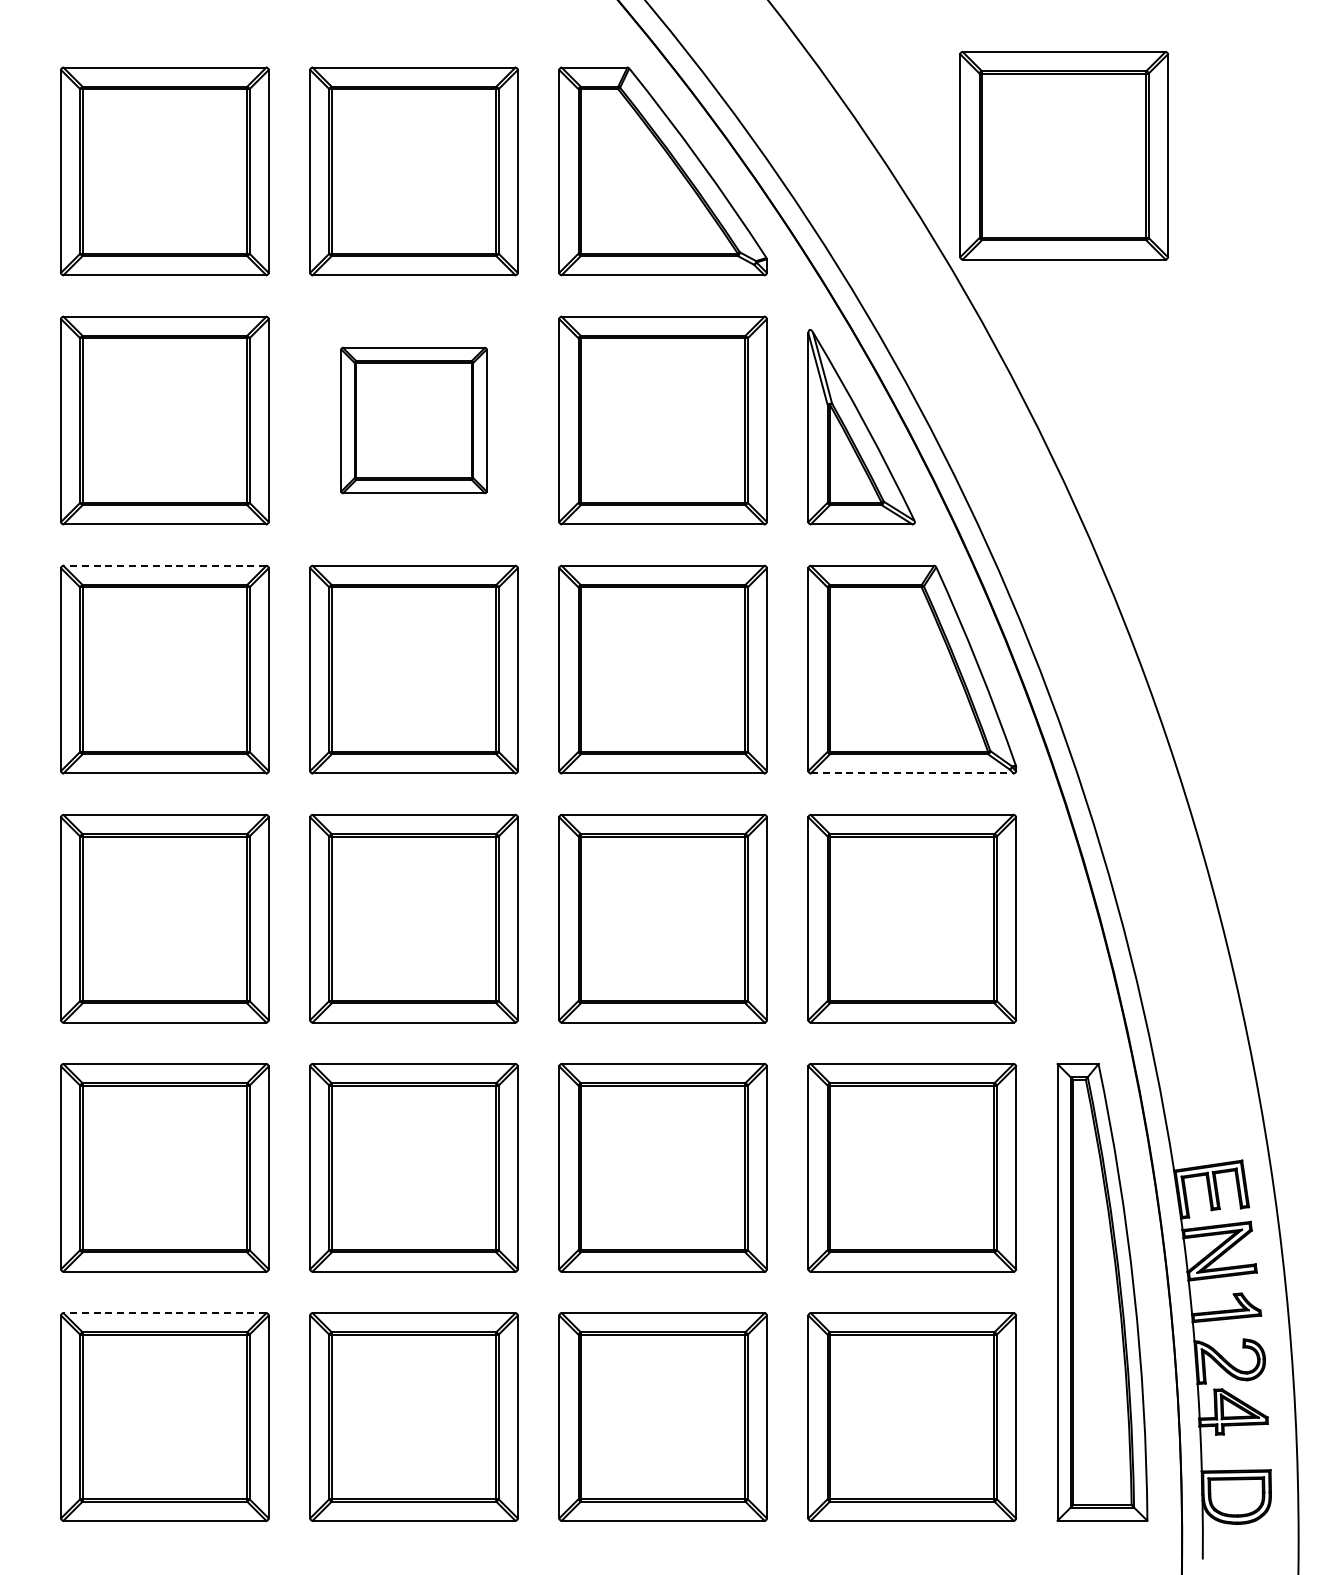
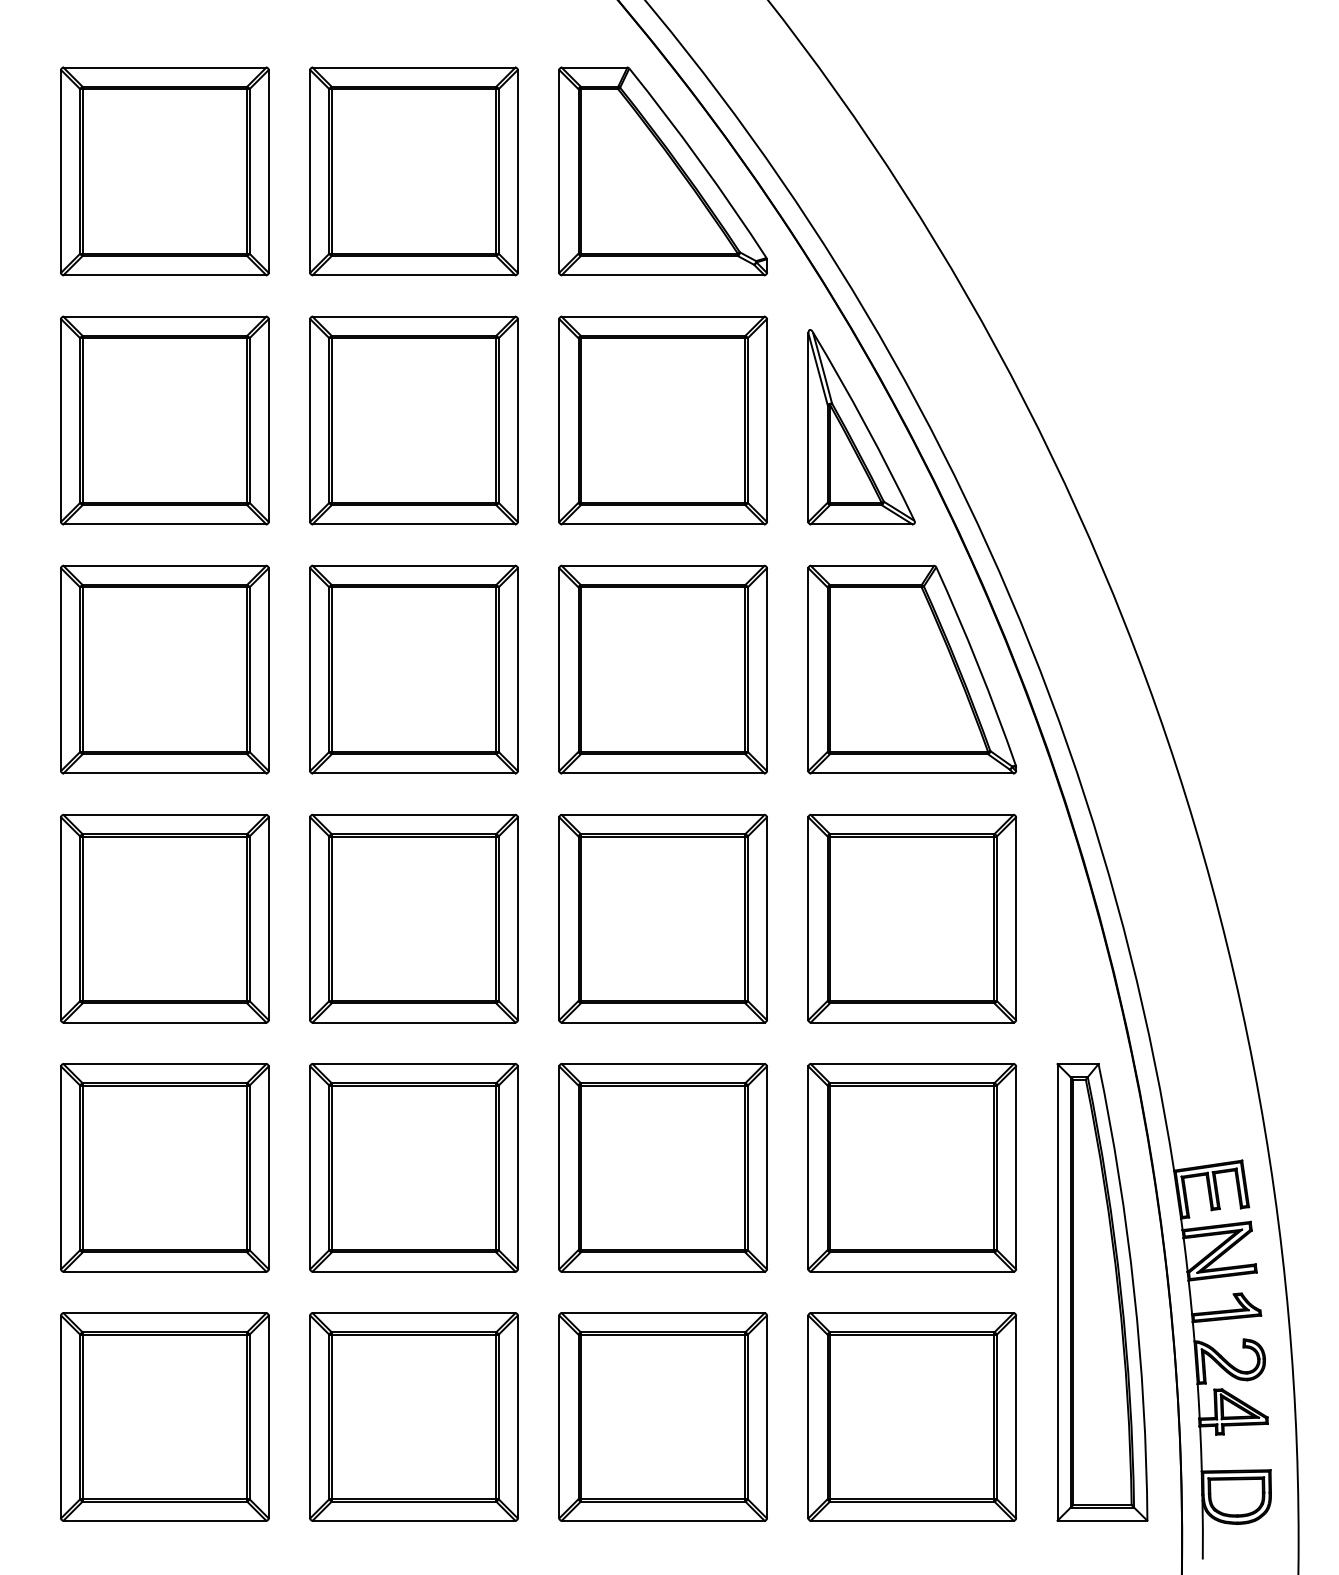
part at (1063, 155): present -> none
part at (413, 420) size: 148x149 px -> 210x211 px
line at (164, 565): dashed -> solid
line at (912, 773): dashed -> solid
line at (164, 1313): dashed -> solid
